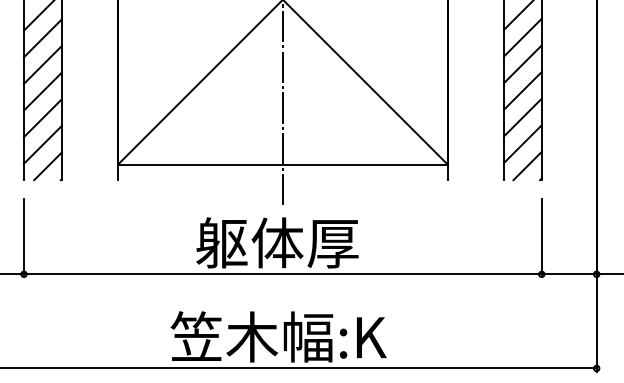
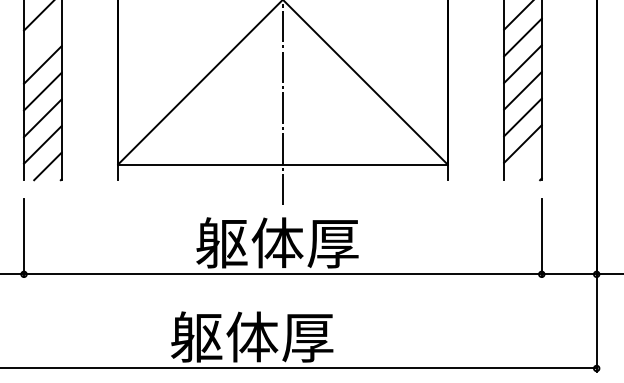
line at (42, 38): present -> none
line at (527, 165): present -> none
text at (278, 336): 笠木幅:K -> 躯体厚
